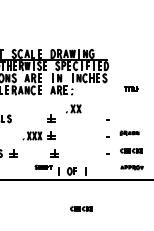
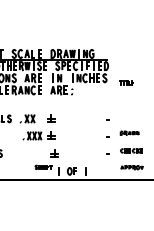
part at (131, 88) position: (131, 88) -> (126, 82)
part at (73, 108) position: (73, 108) -> (27, 118)
part at (13, 153): present -> none
part at (81, 208): present -> none
